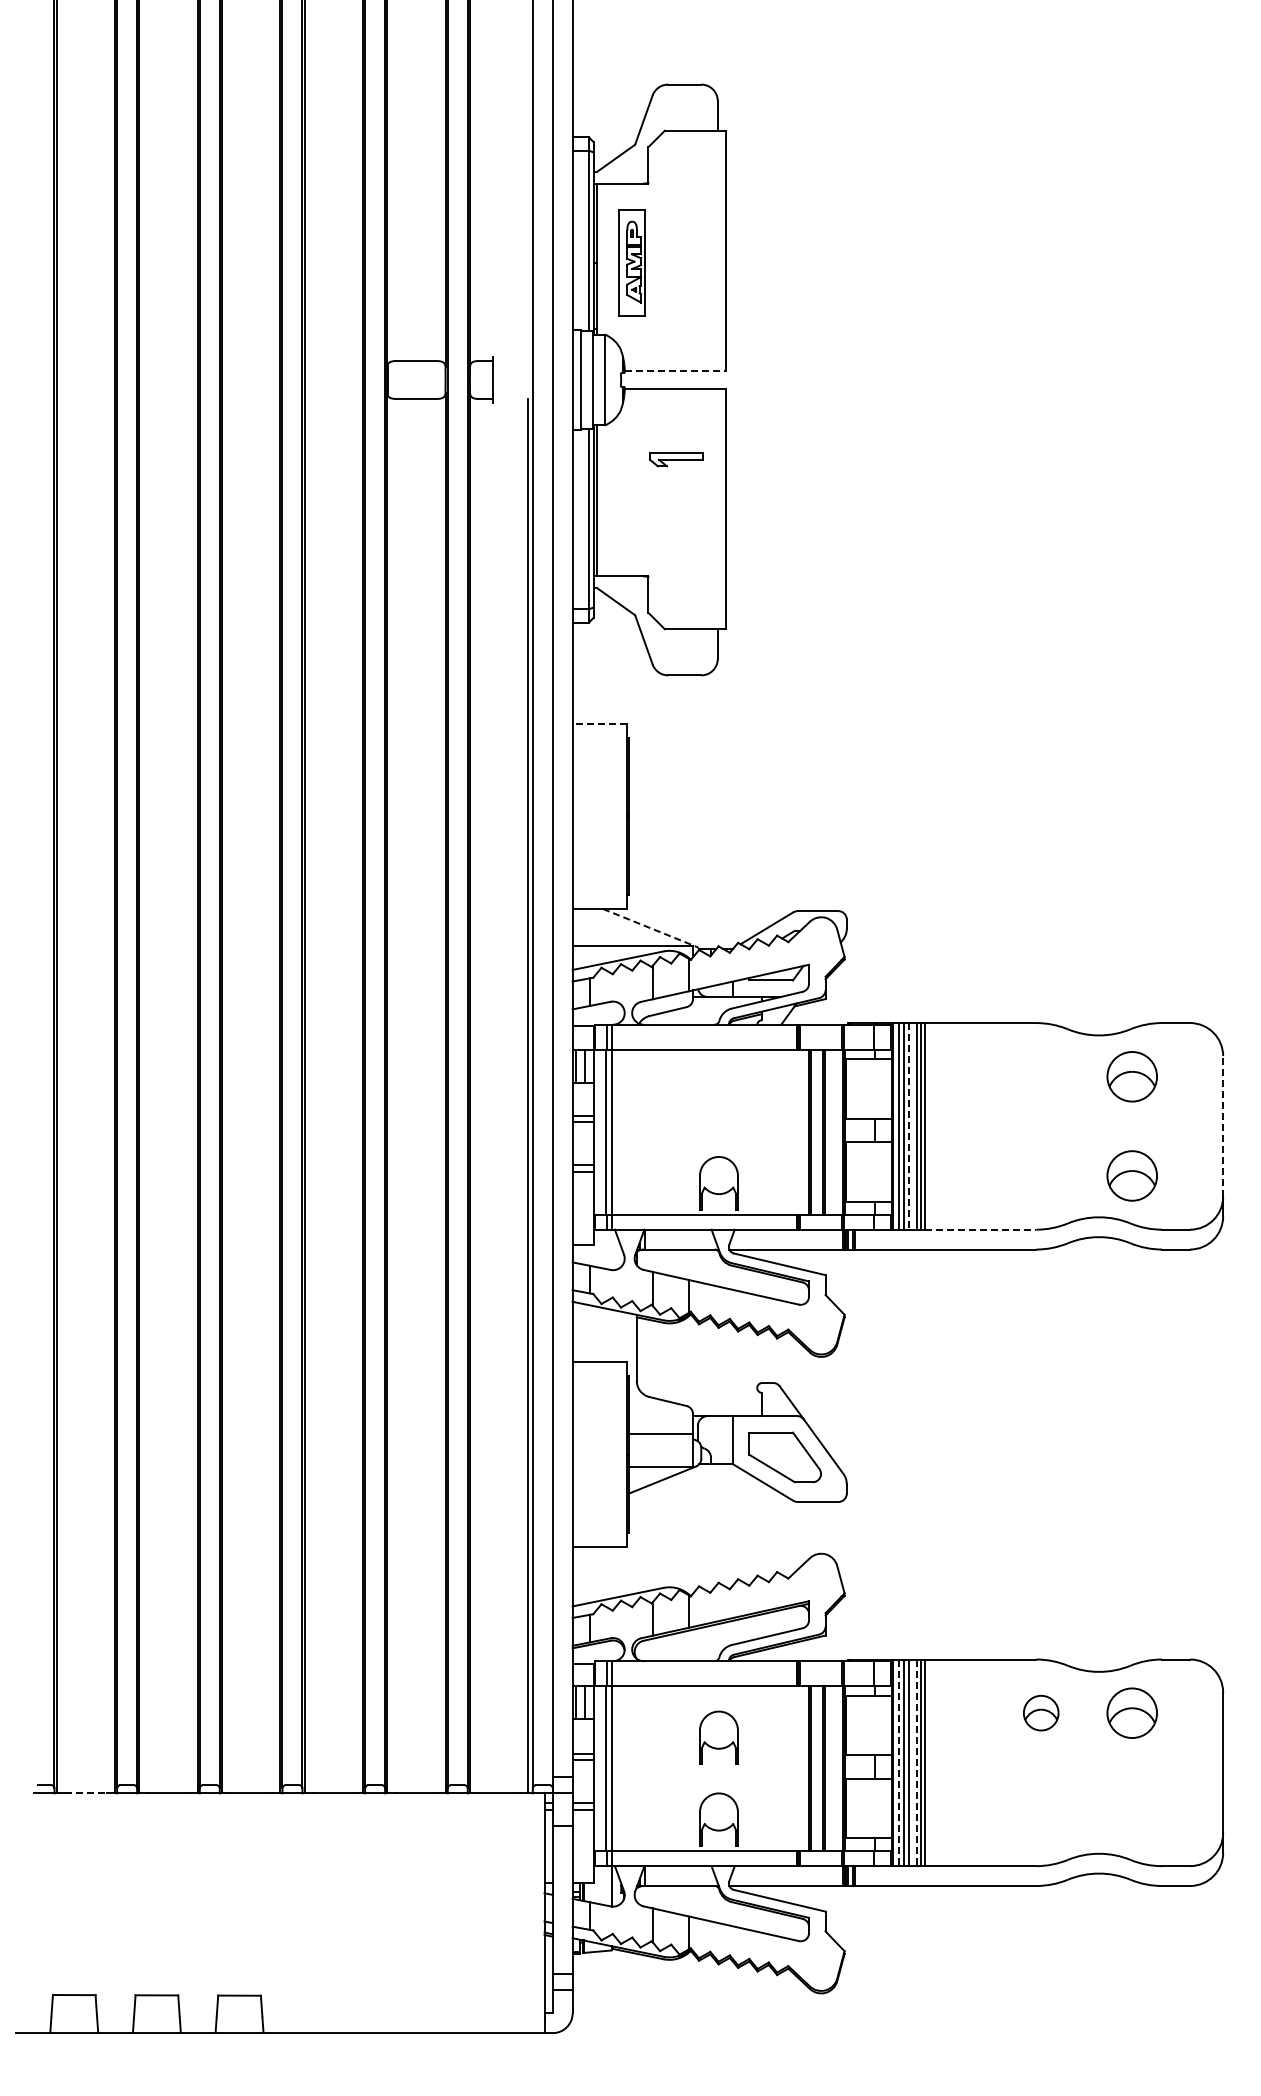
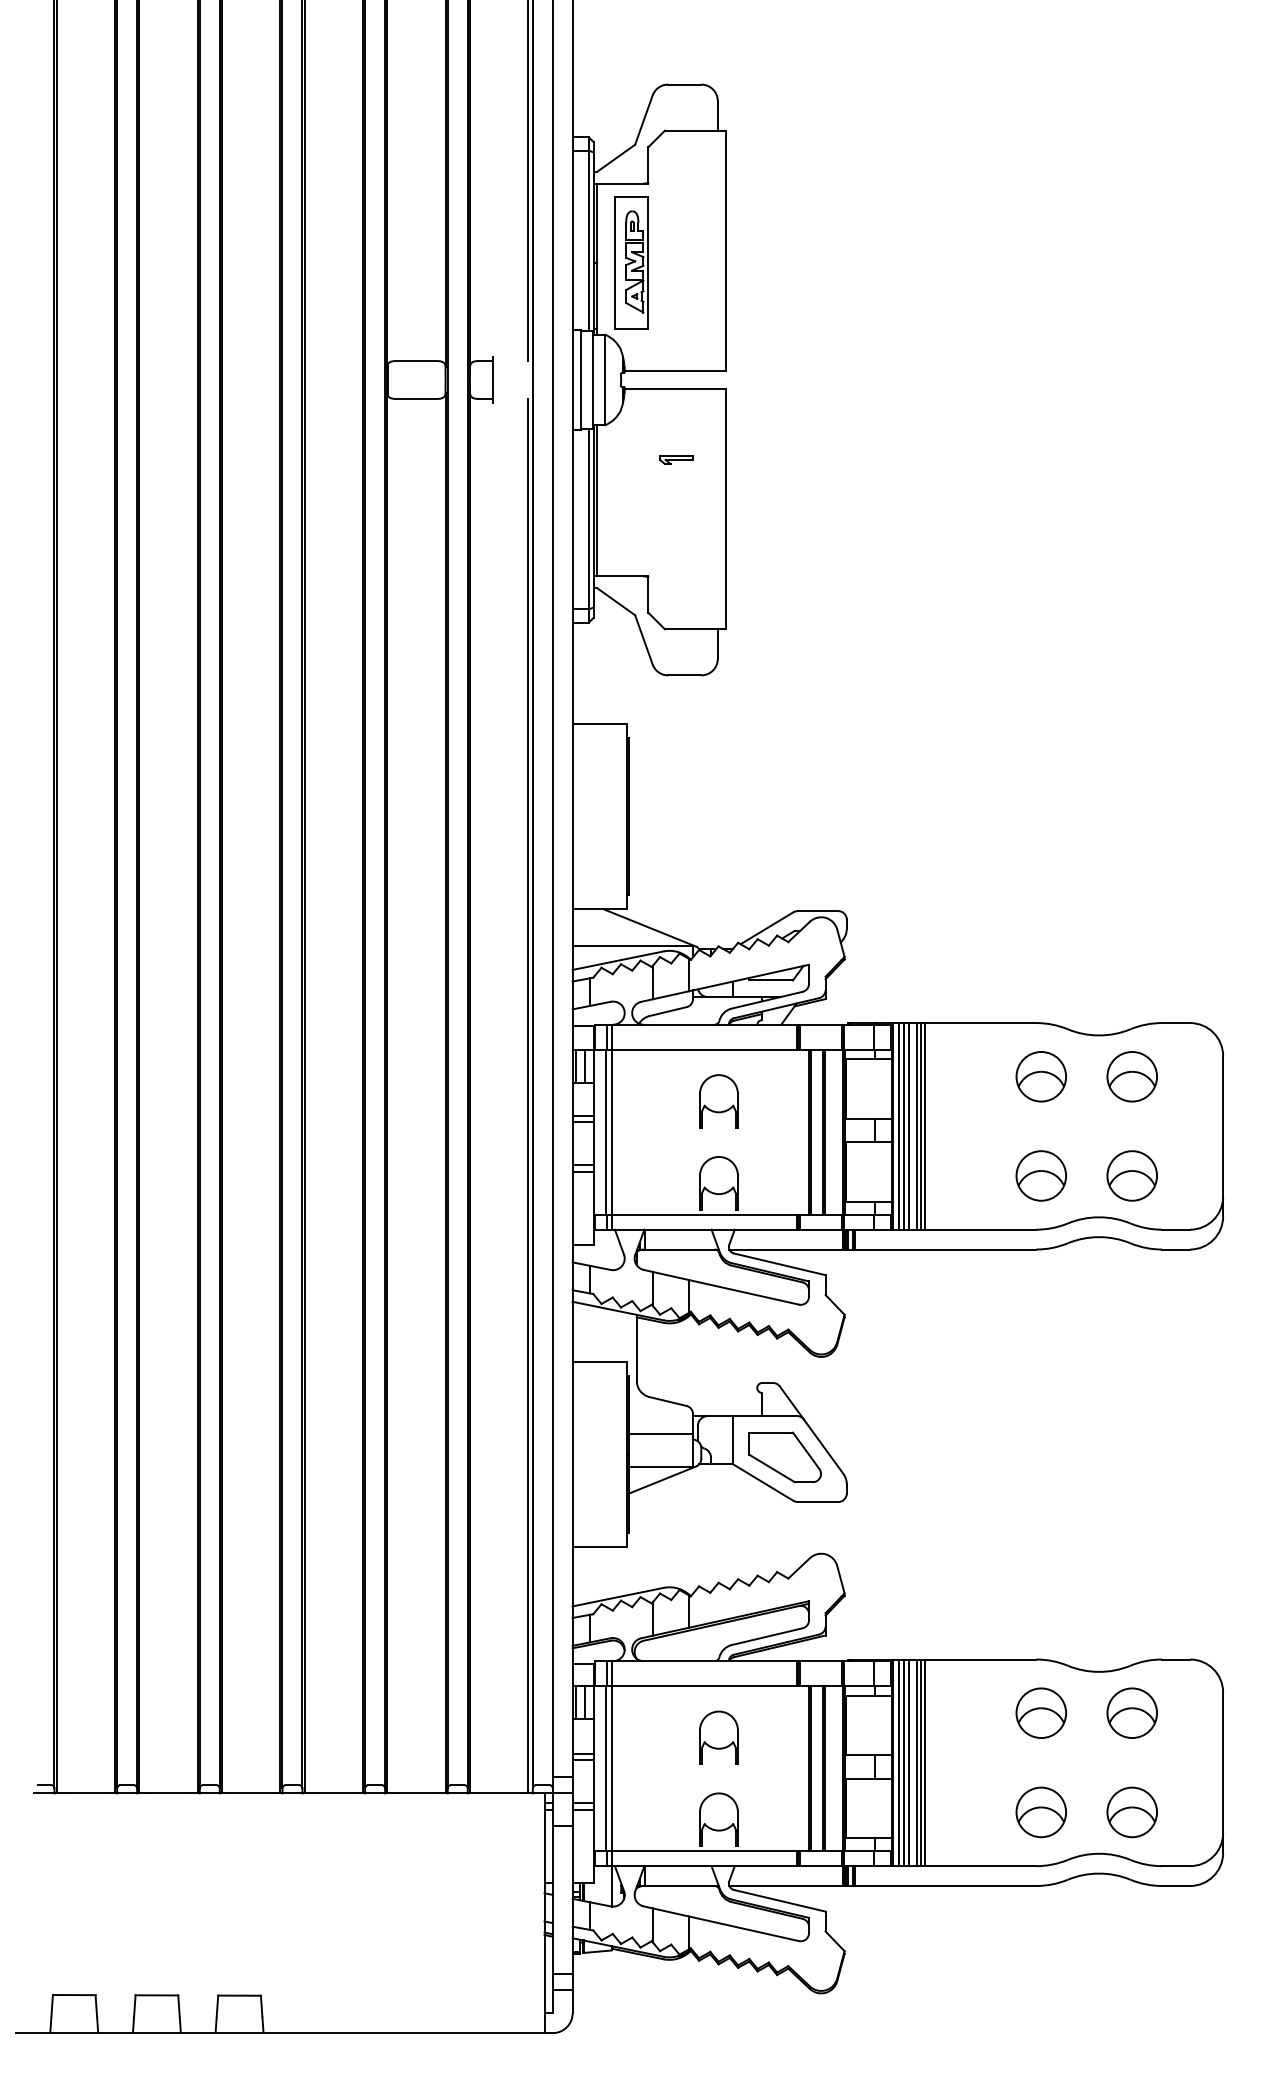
line at (528, 181): none -> present
part at (631, 262) size: 28x108 px -> 35x134 px
line at (675, 370): dashed -> solid
part at (676, 459) size: 55x16 px -> 35x10 px
line at (599, 723): dashed -> solid
line at (650, 927): dashed -> solid
part at (1040, 1076): none -> present
part at (718, 1101): none -> present
line at (1223, 1125): dashed -> solid
line at (909, 1126): dashed -> solid
part at (1040, 1175): none -> present
line at (980, 1229): dashed -> solid
part at (1041, 1712) size: 37x38 px -> 52x52 px
line at (899, 1763): dashed -> solid
line at (916, 1763): dashed -> solid
line at (85, 1793): dashed -> solid
part at (1040, 1812): none -> present
part at (1131, 1812): none -> present
